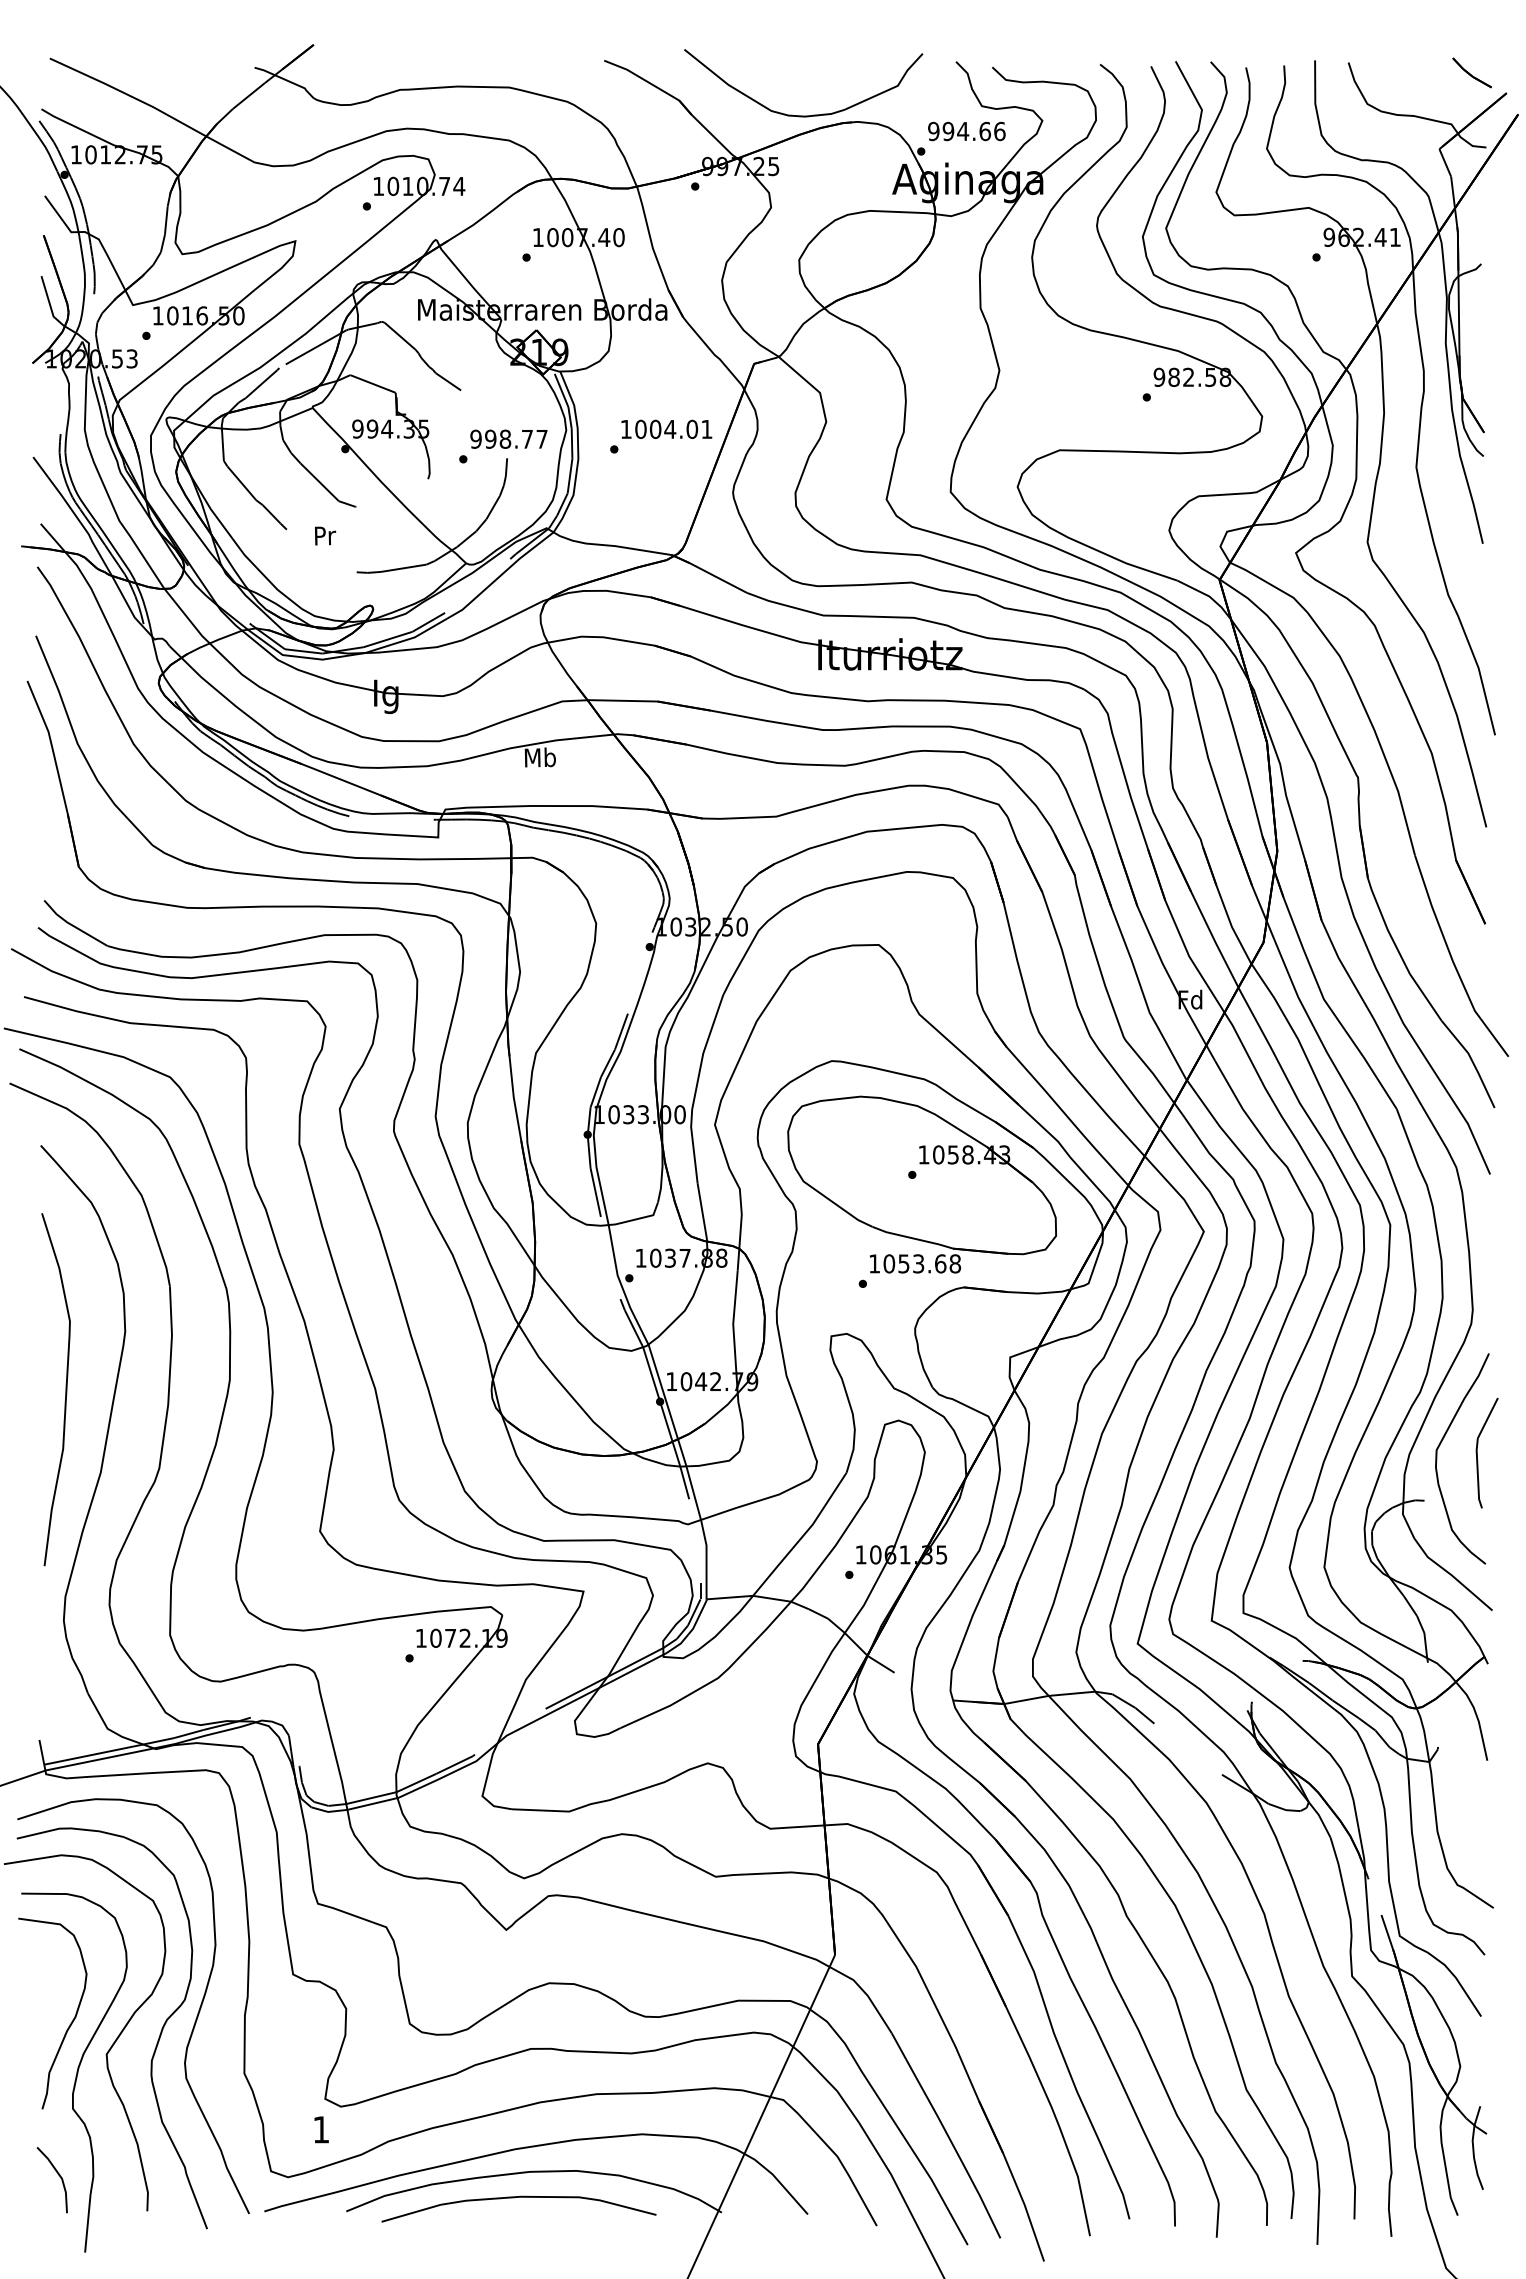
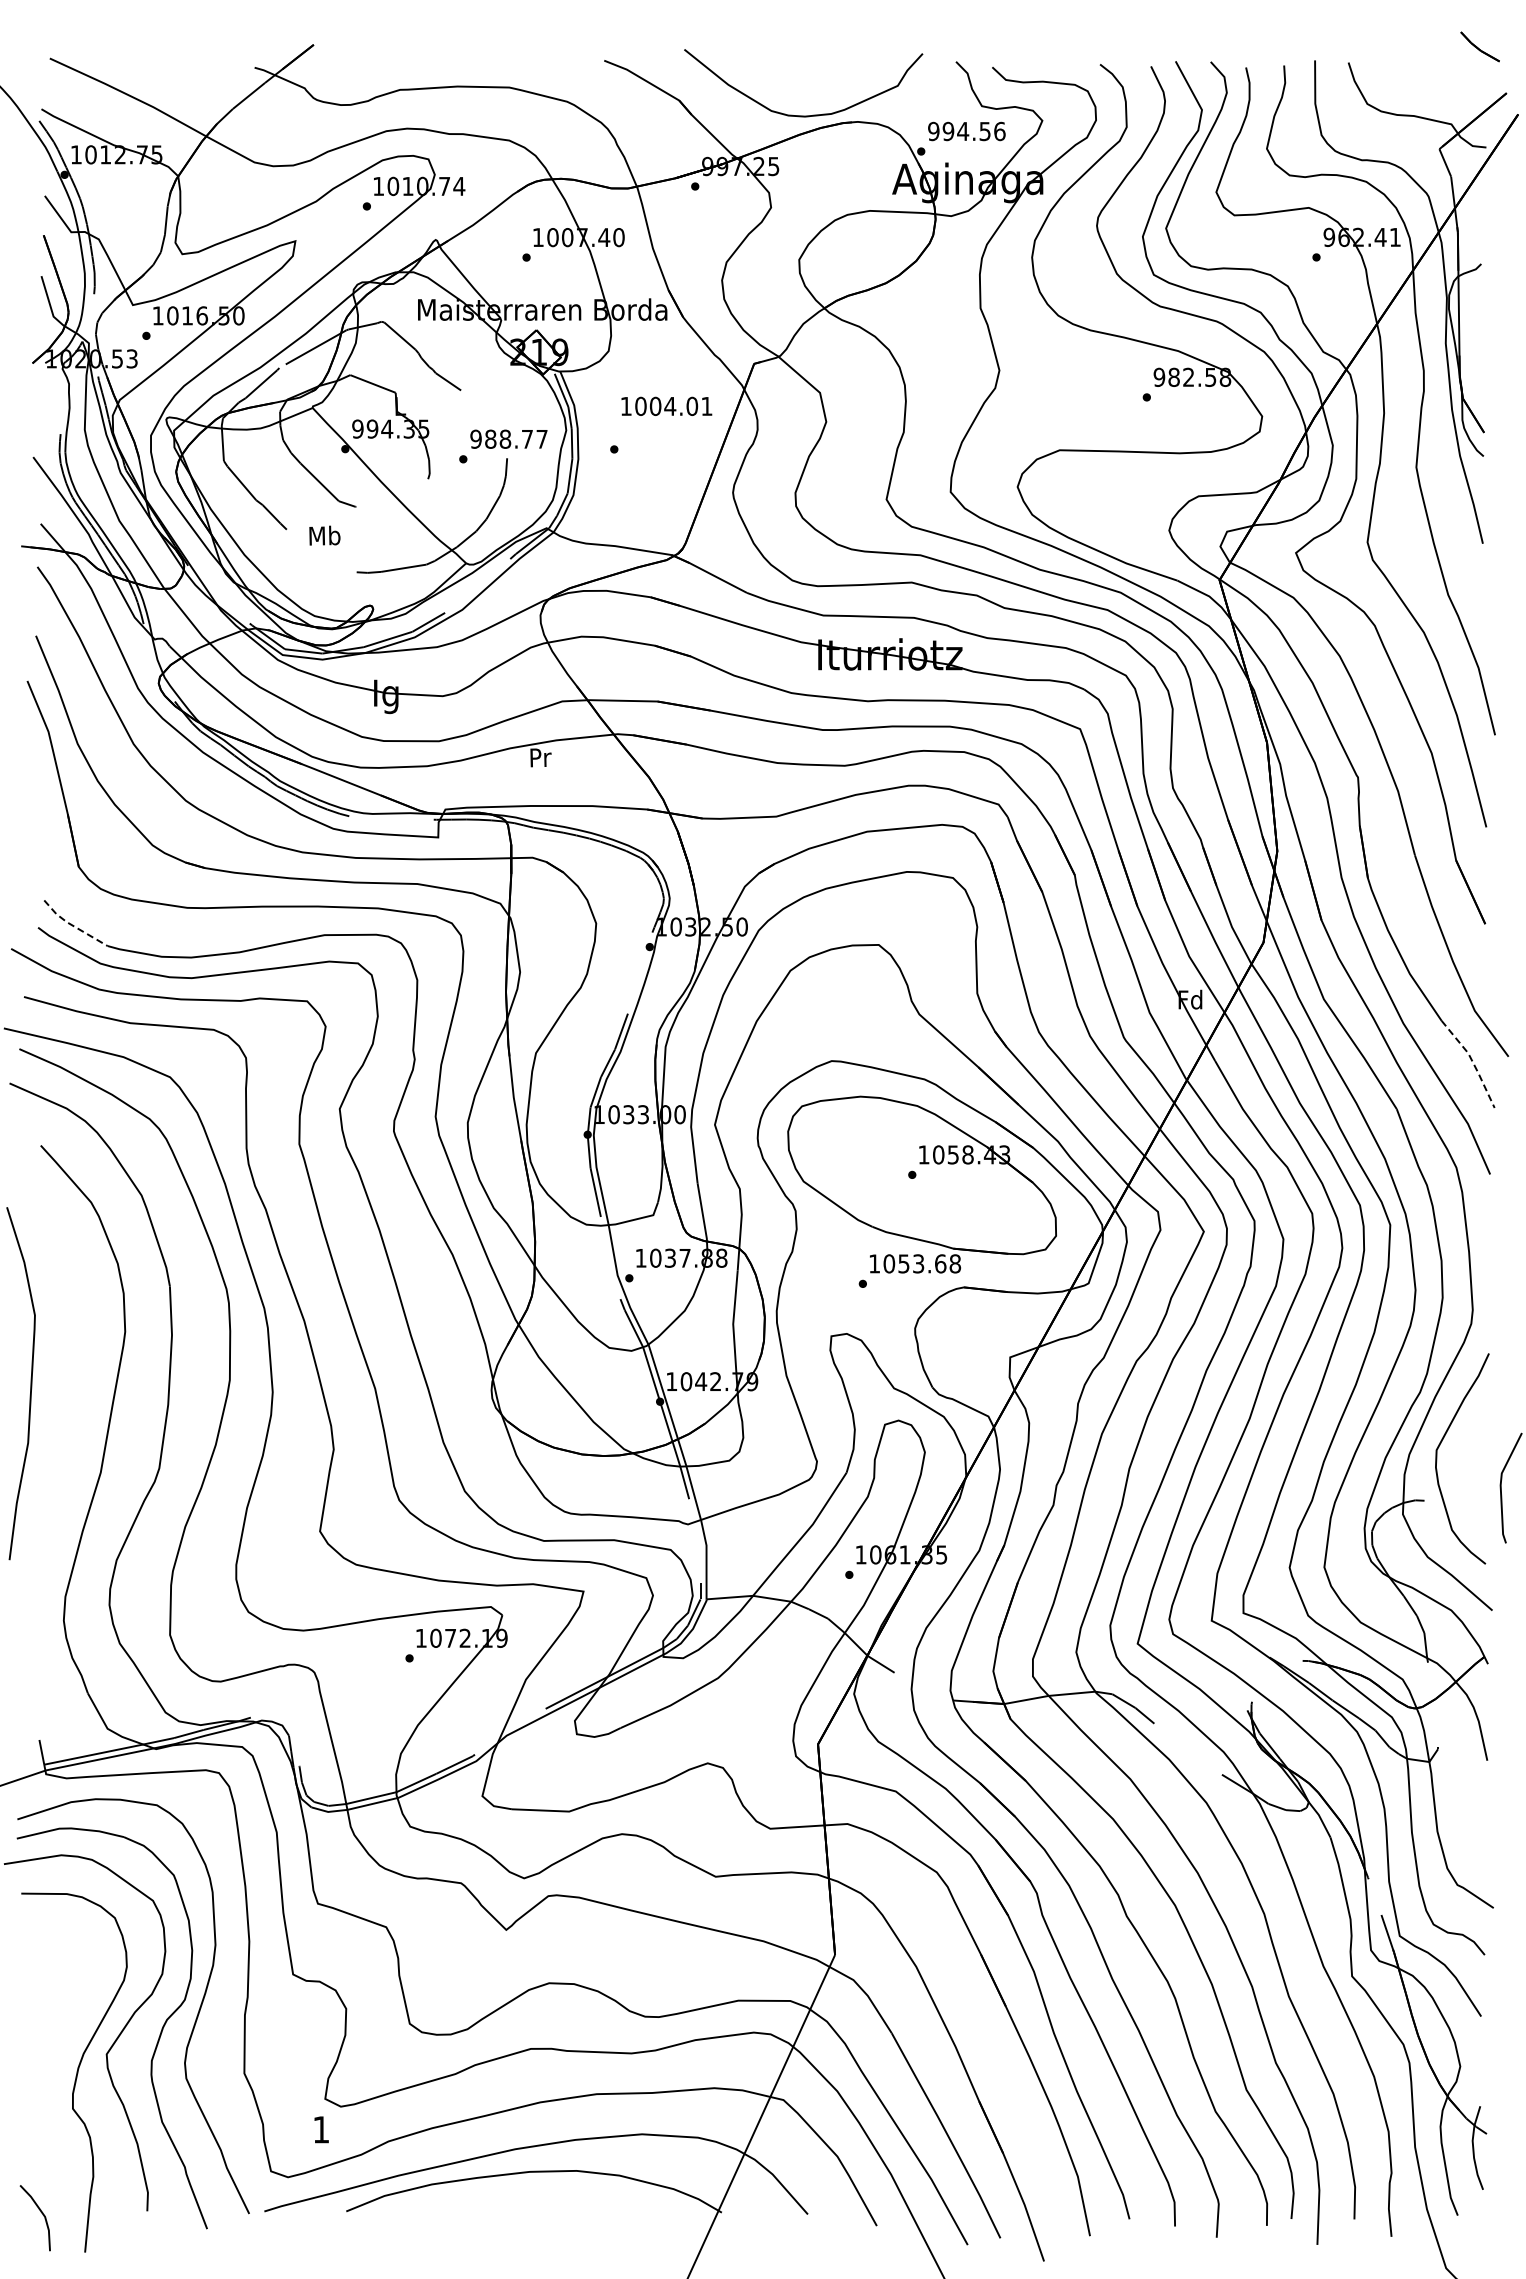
part at (1471, 72) position: (1471, 72) -> (1479, 46)
text at (984, 131): 994.66 -> 994.56
text at (666, 428) position: (666, 428) -> (666, 405)
text at (490, 438): 998.77 -> 988.77
text at (324, 535): Pr -> Mb
text at (539, 757): Mb -> Pr
line at (72, 925): solid -> dashed
line at (1472, 1061): solid -> dashed
curve at (65, 1389) position: (65, 1389) -> (30, 1383)
line at (1477, 1452) position: (1477, 1452) -> (1501, 1487)
curve at (69, 2024): present -> none
line at (57, 2174) position: (57, 2174) -> (40, 2212)
curve at (514, 2198): present -> none
